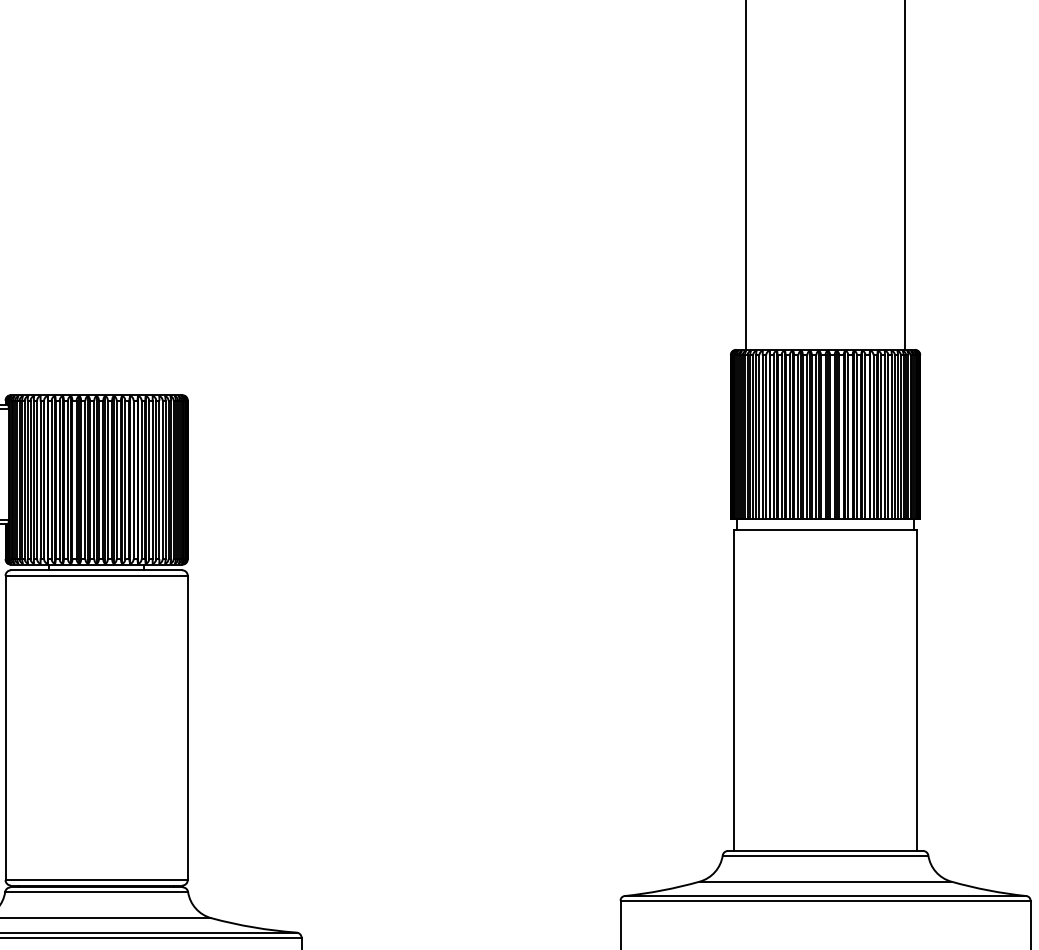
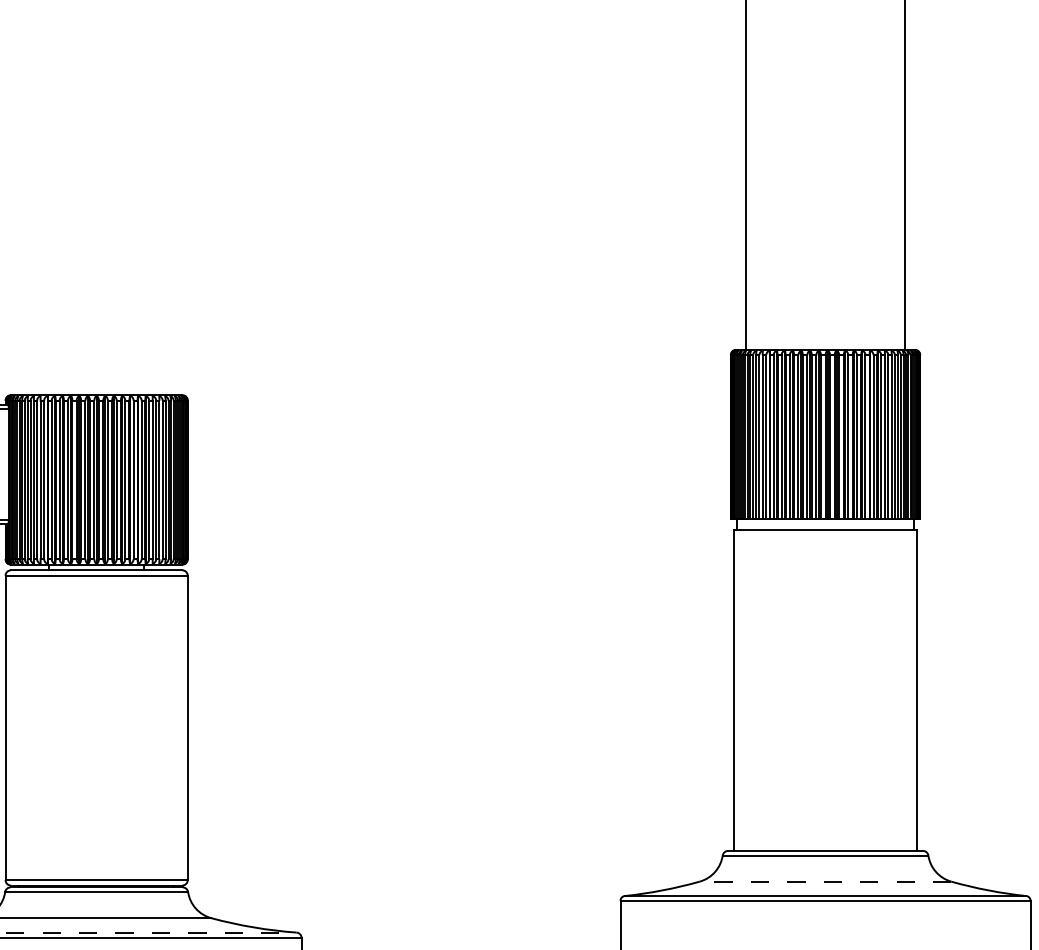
line at (825, 881): solid -> dashed
line at (148, 932): solid -> dashed
